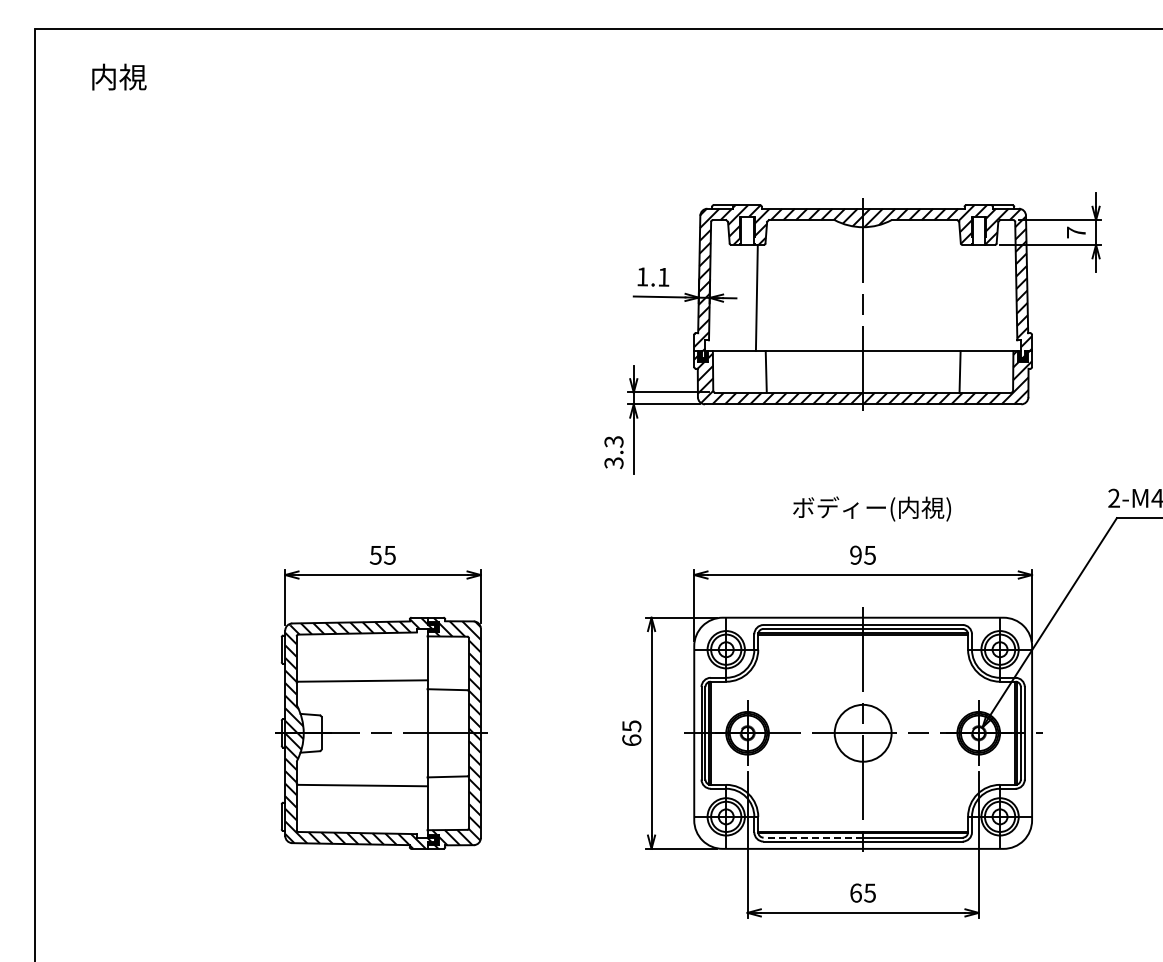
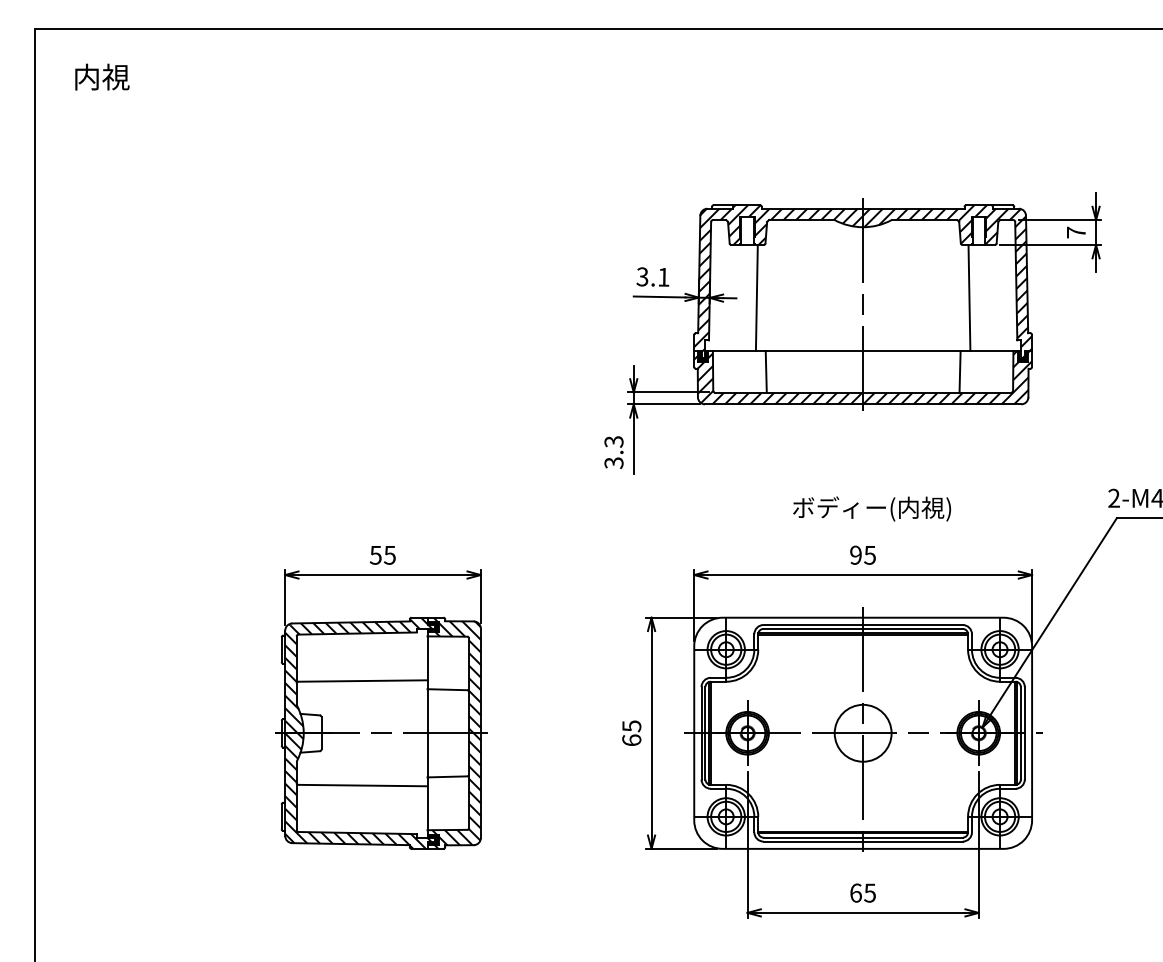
text at (119, 76) position: (119, 76) -> (102, 76)
text at (642, 276): 1.1 -> 3.1
line at (969, 298): none -> present
line at (813, 837): dashed -> solid
